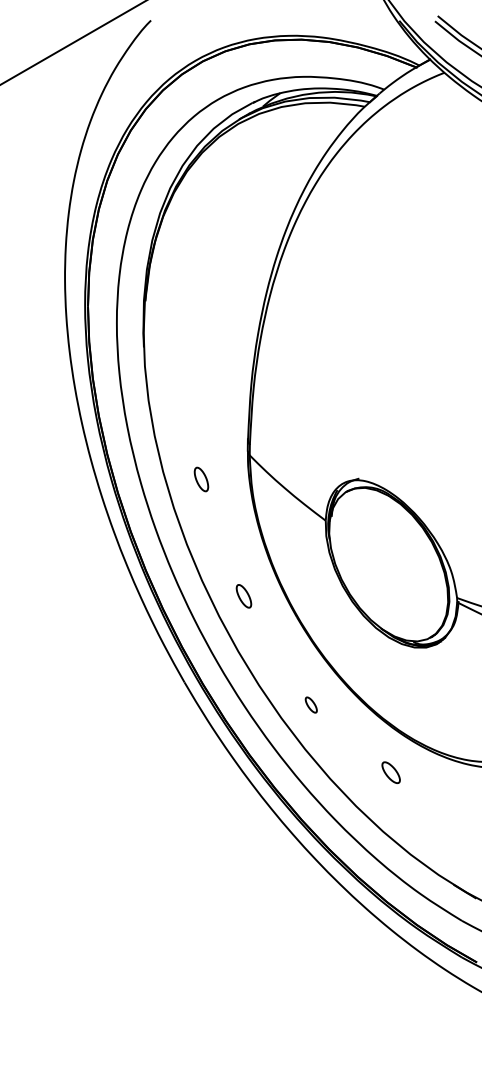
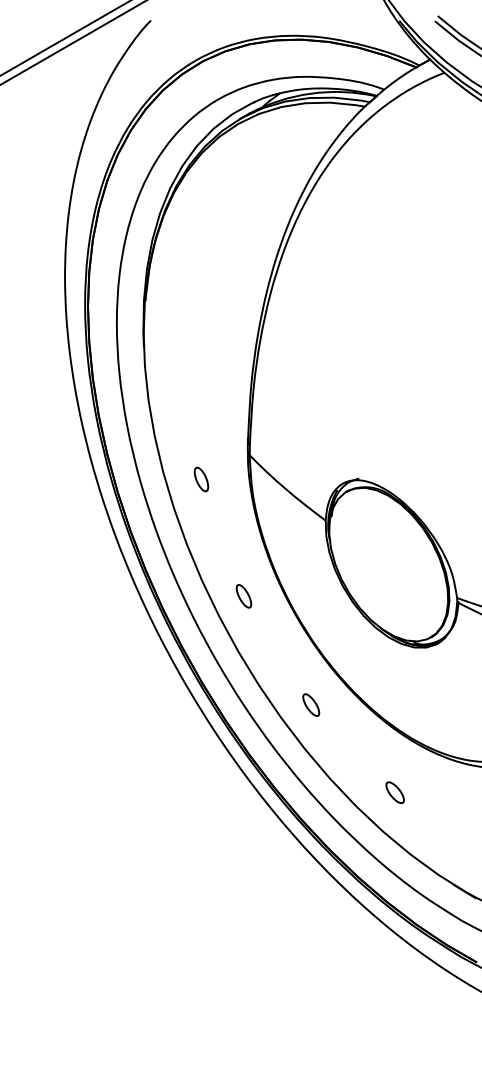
line at (65, 38): none -> present
part at (310, 704) size: 14x18 px -> 19x24 px
part at (390, 772) position: (390, 772) -> (394, 792)
